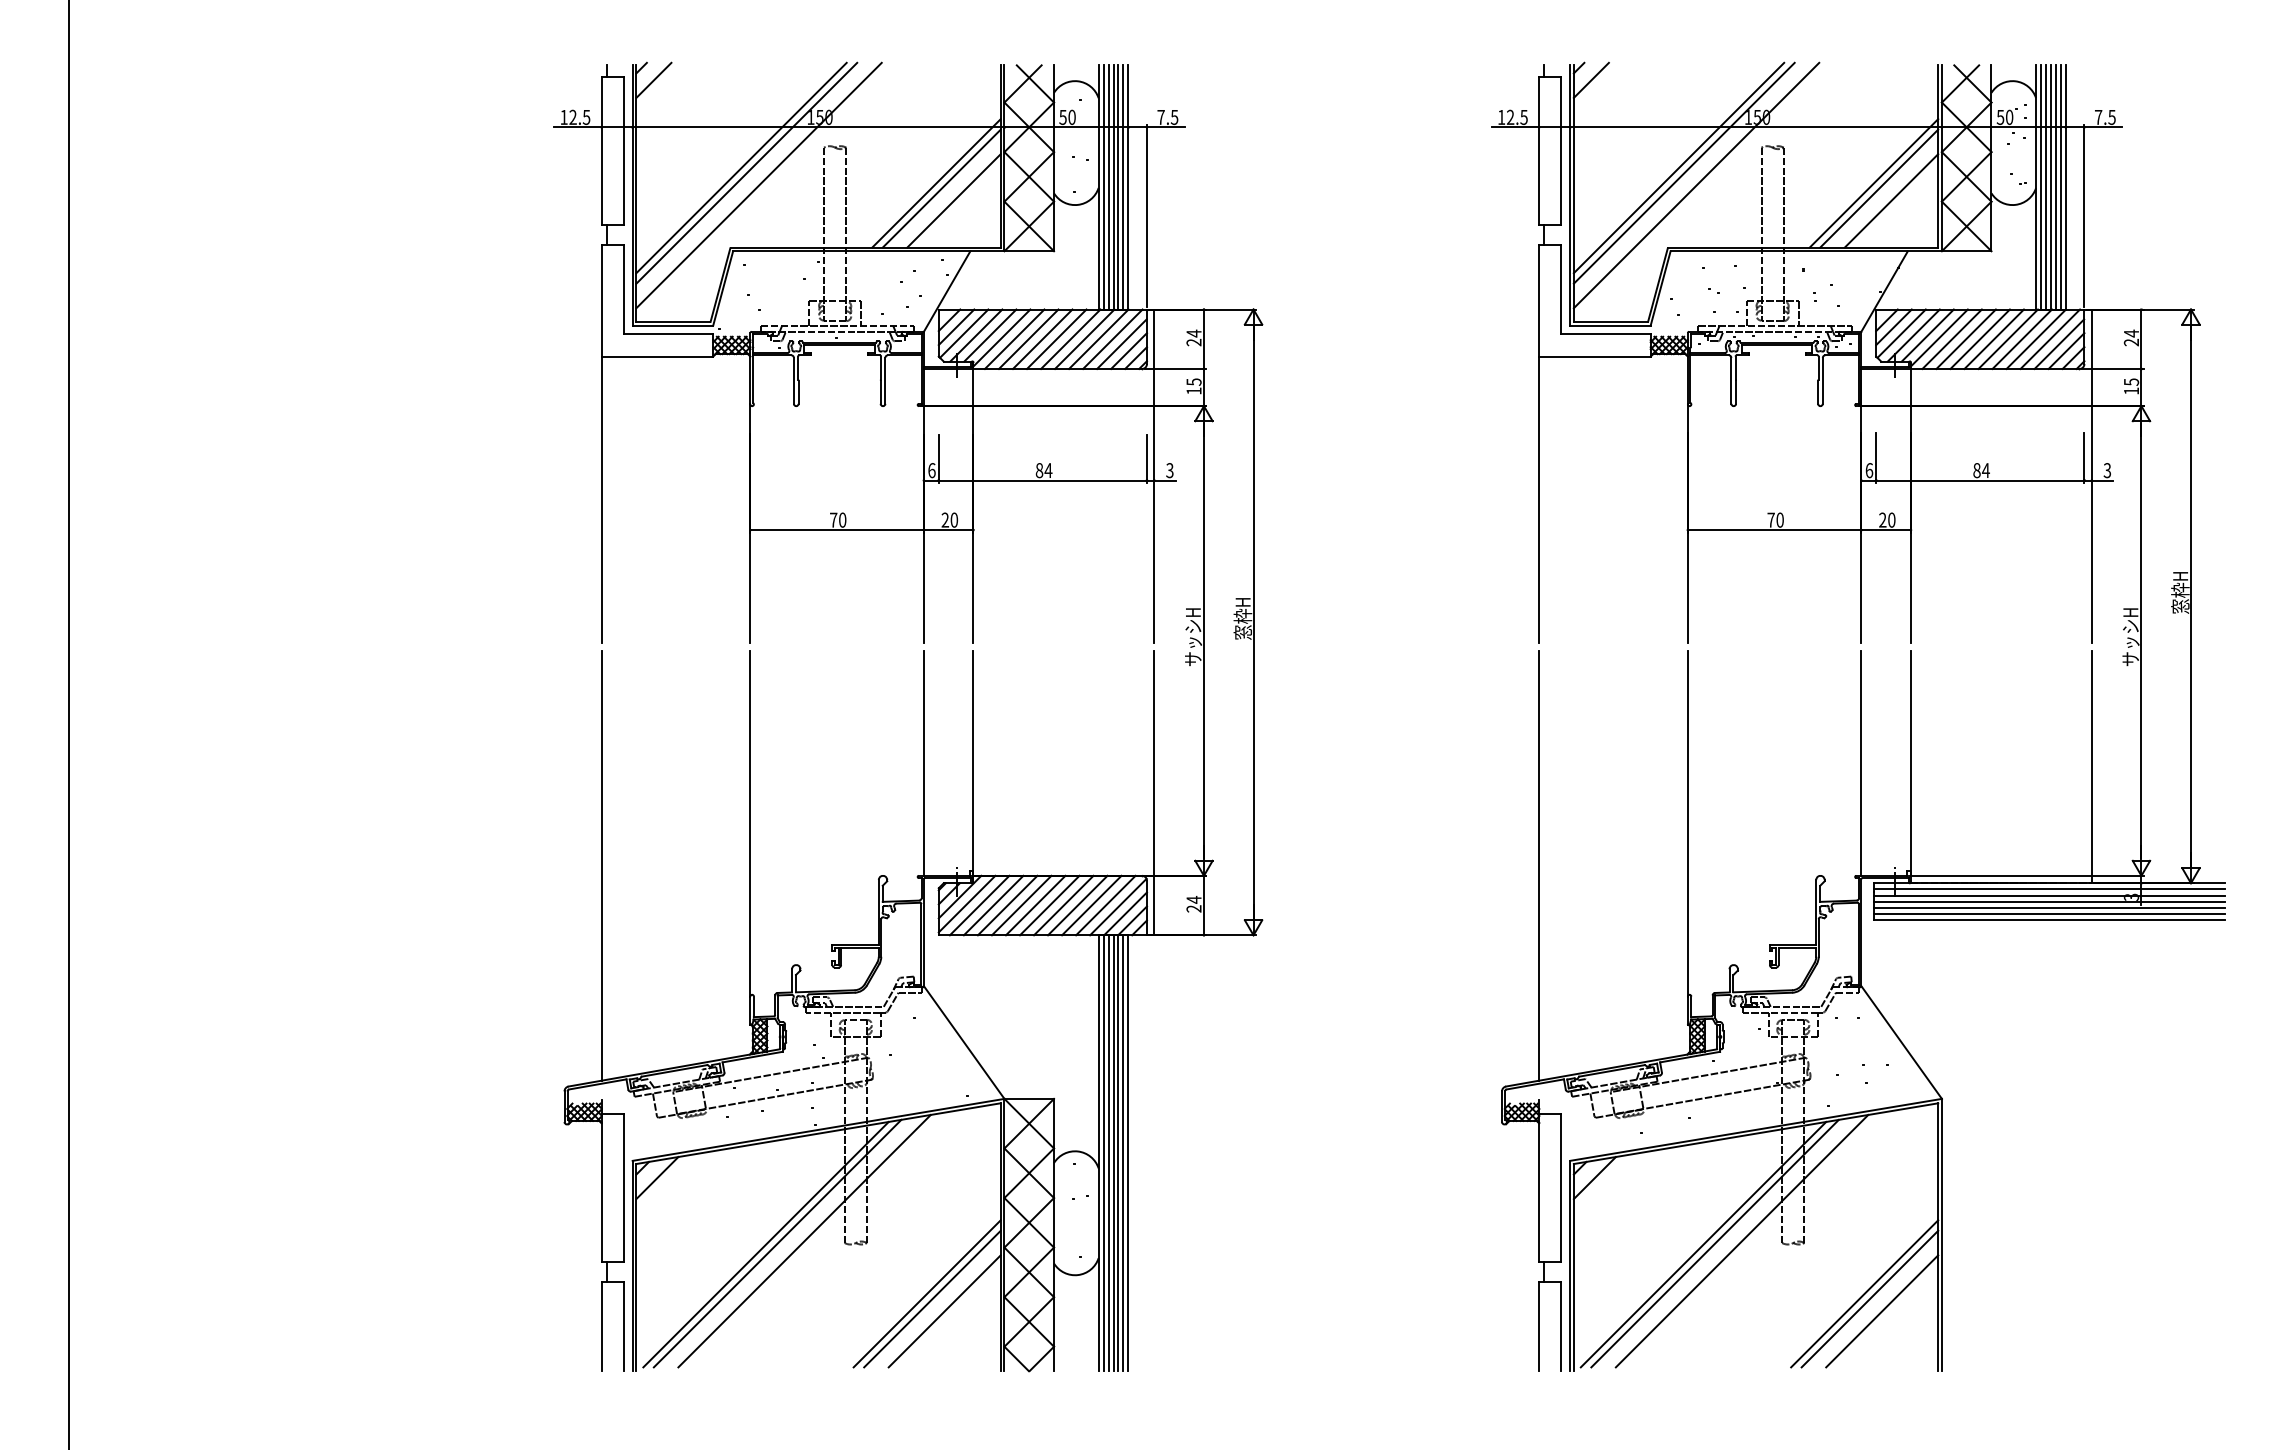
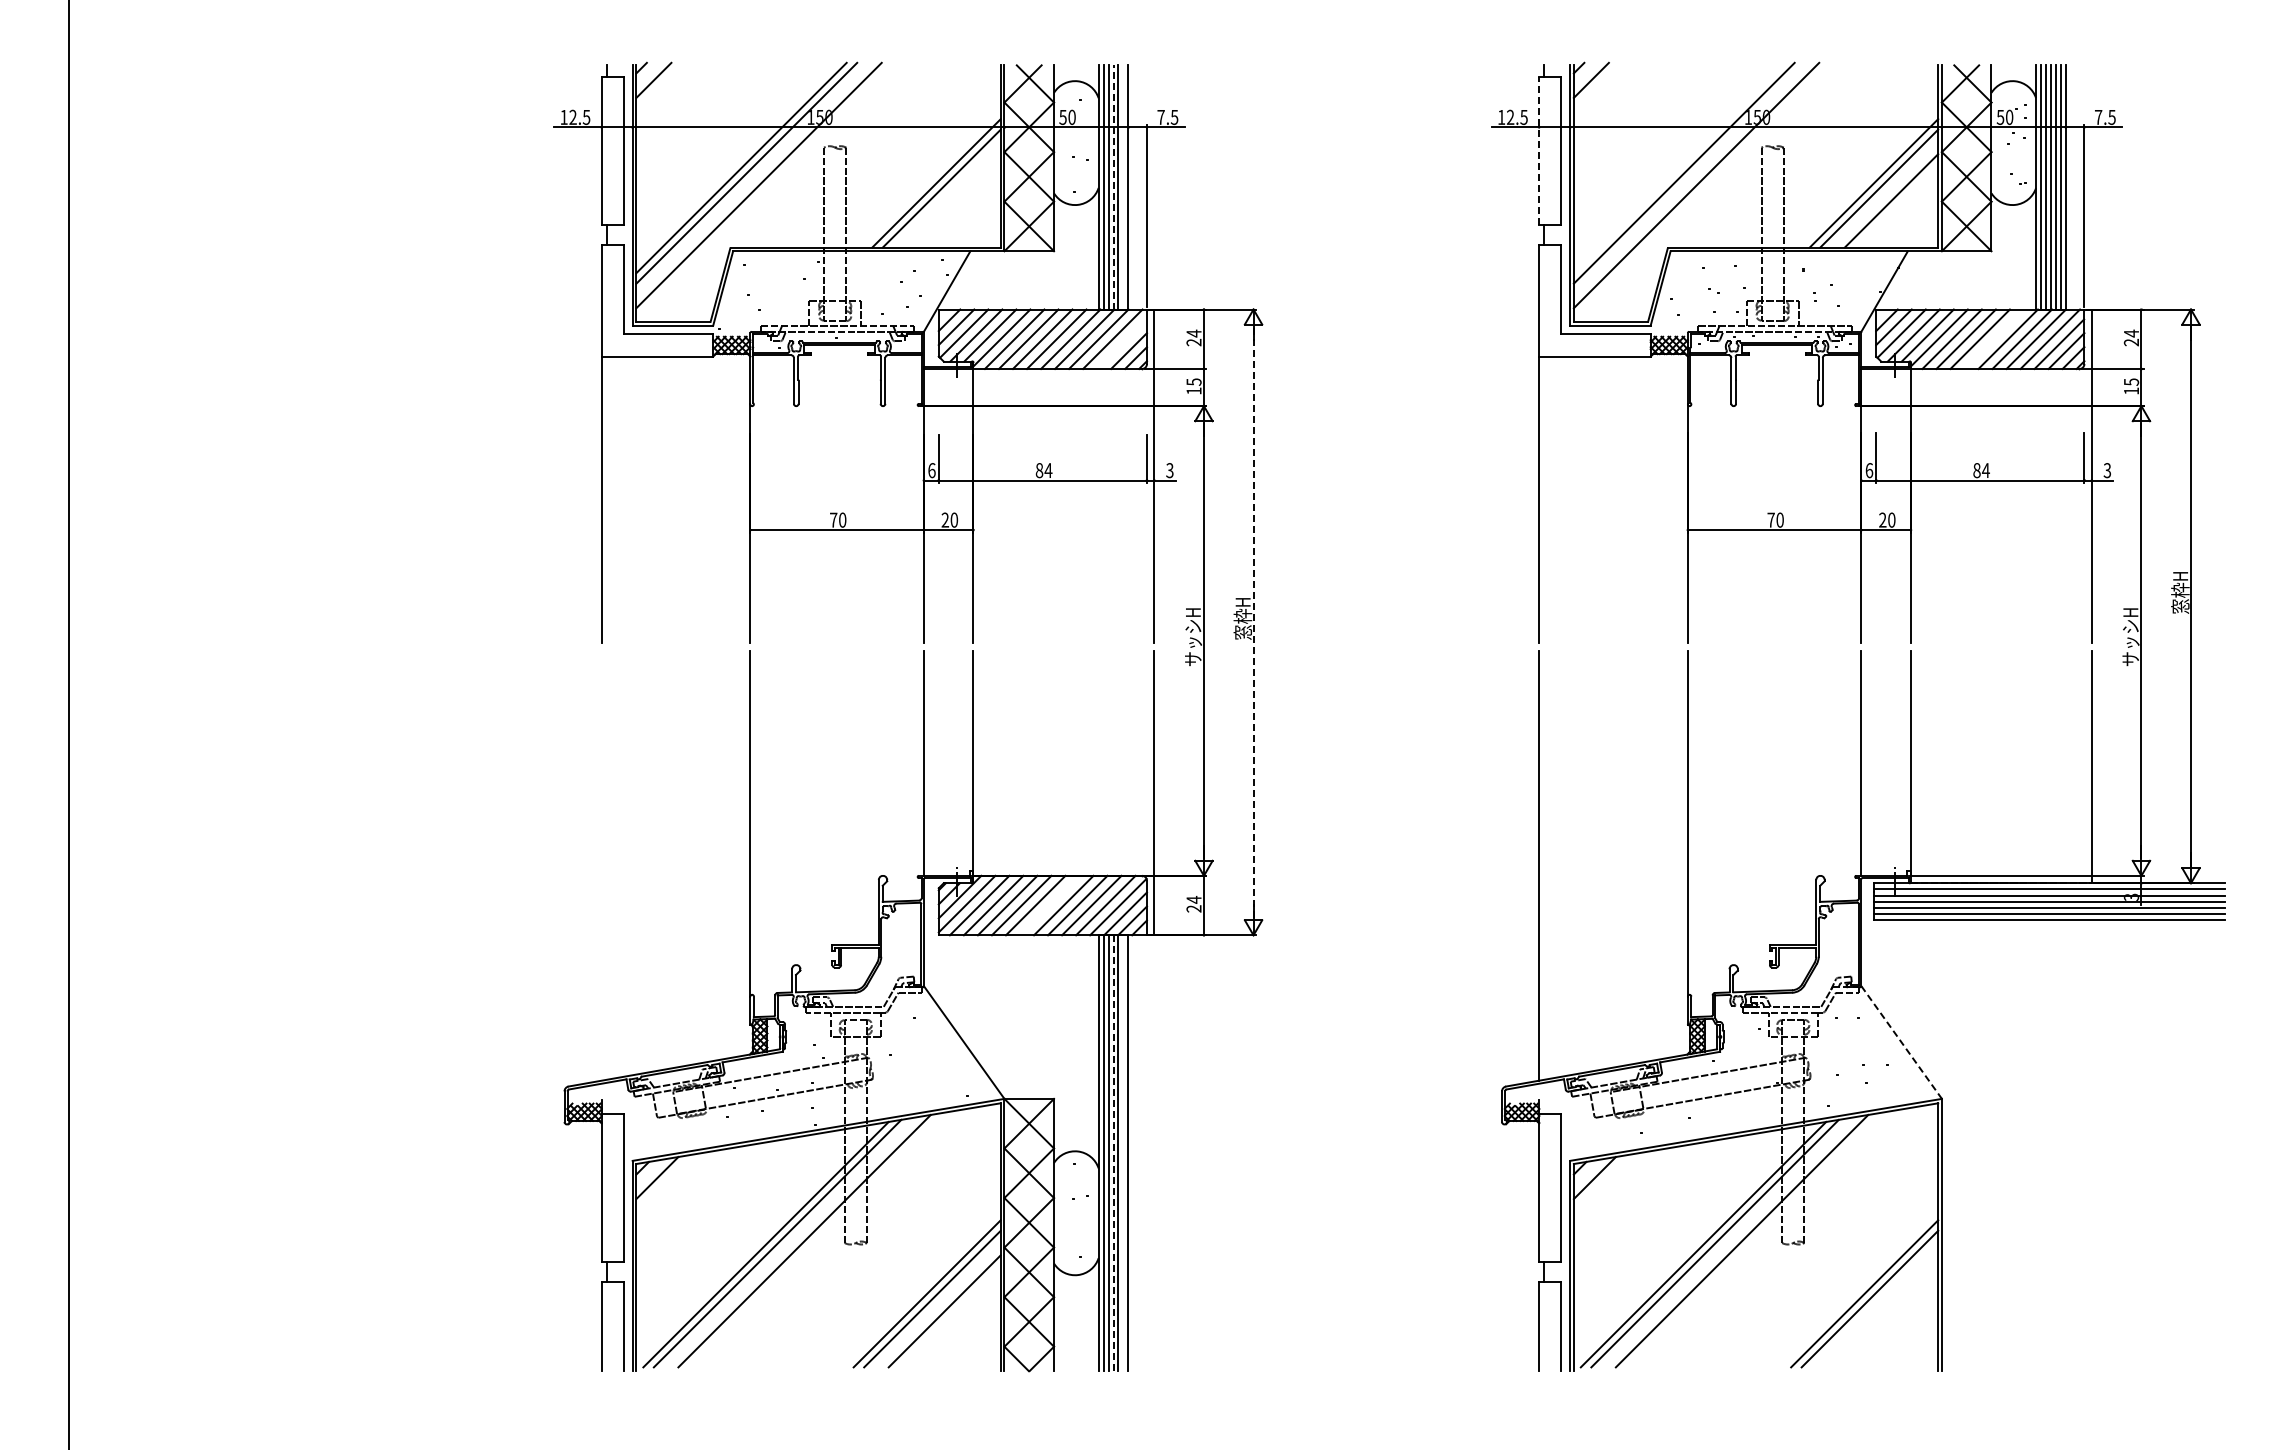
line at (1539, 150): solid -> dashed
line at (1678, 167): present -> none
line at (1113, 186): solid -> dashed
line at (1123, 187): present -> none
line at (953, 200): present -> none
line at (1993, 339): present -> none
line at (1121, 344): present -> none
line at (1253, 622): solid -> dashed
line at (601, 865): present -> none
line at (1049, 905): present -> none
line at (1901, 1042): solid -> dashed
line at (1113, 1153): solid -> dashed
line at (1123, 1153): present -> none
line at (1882, 1311): present -> none
